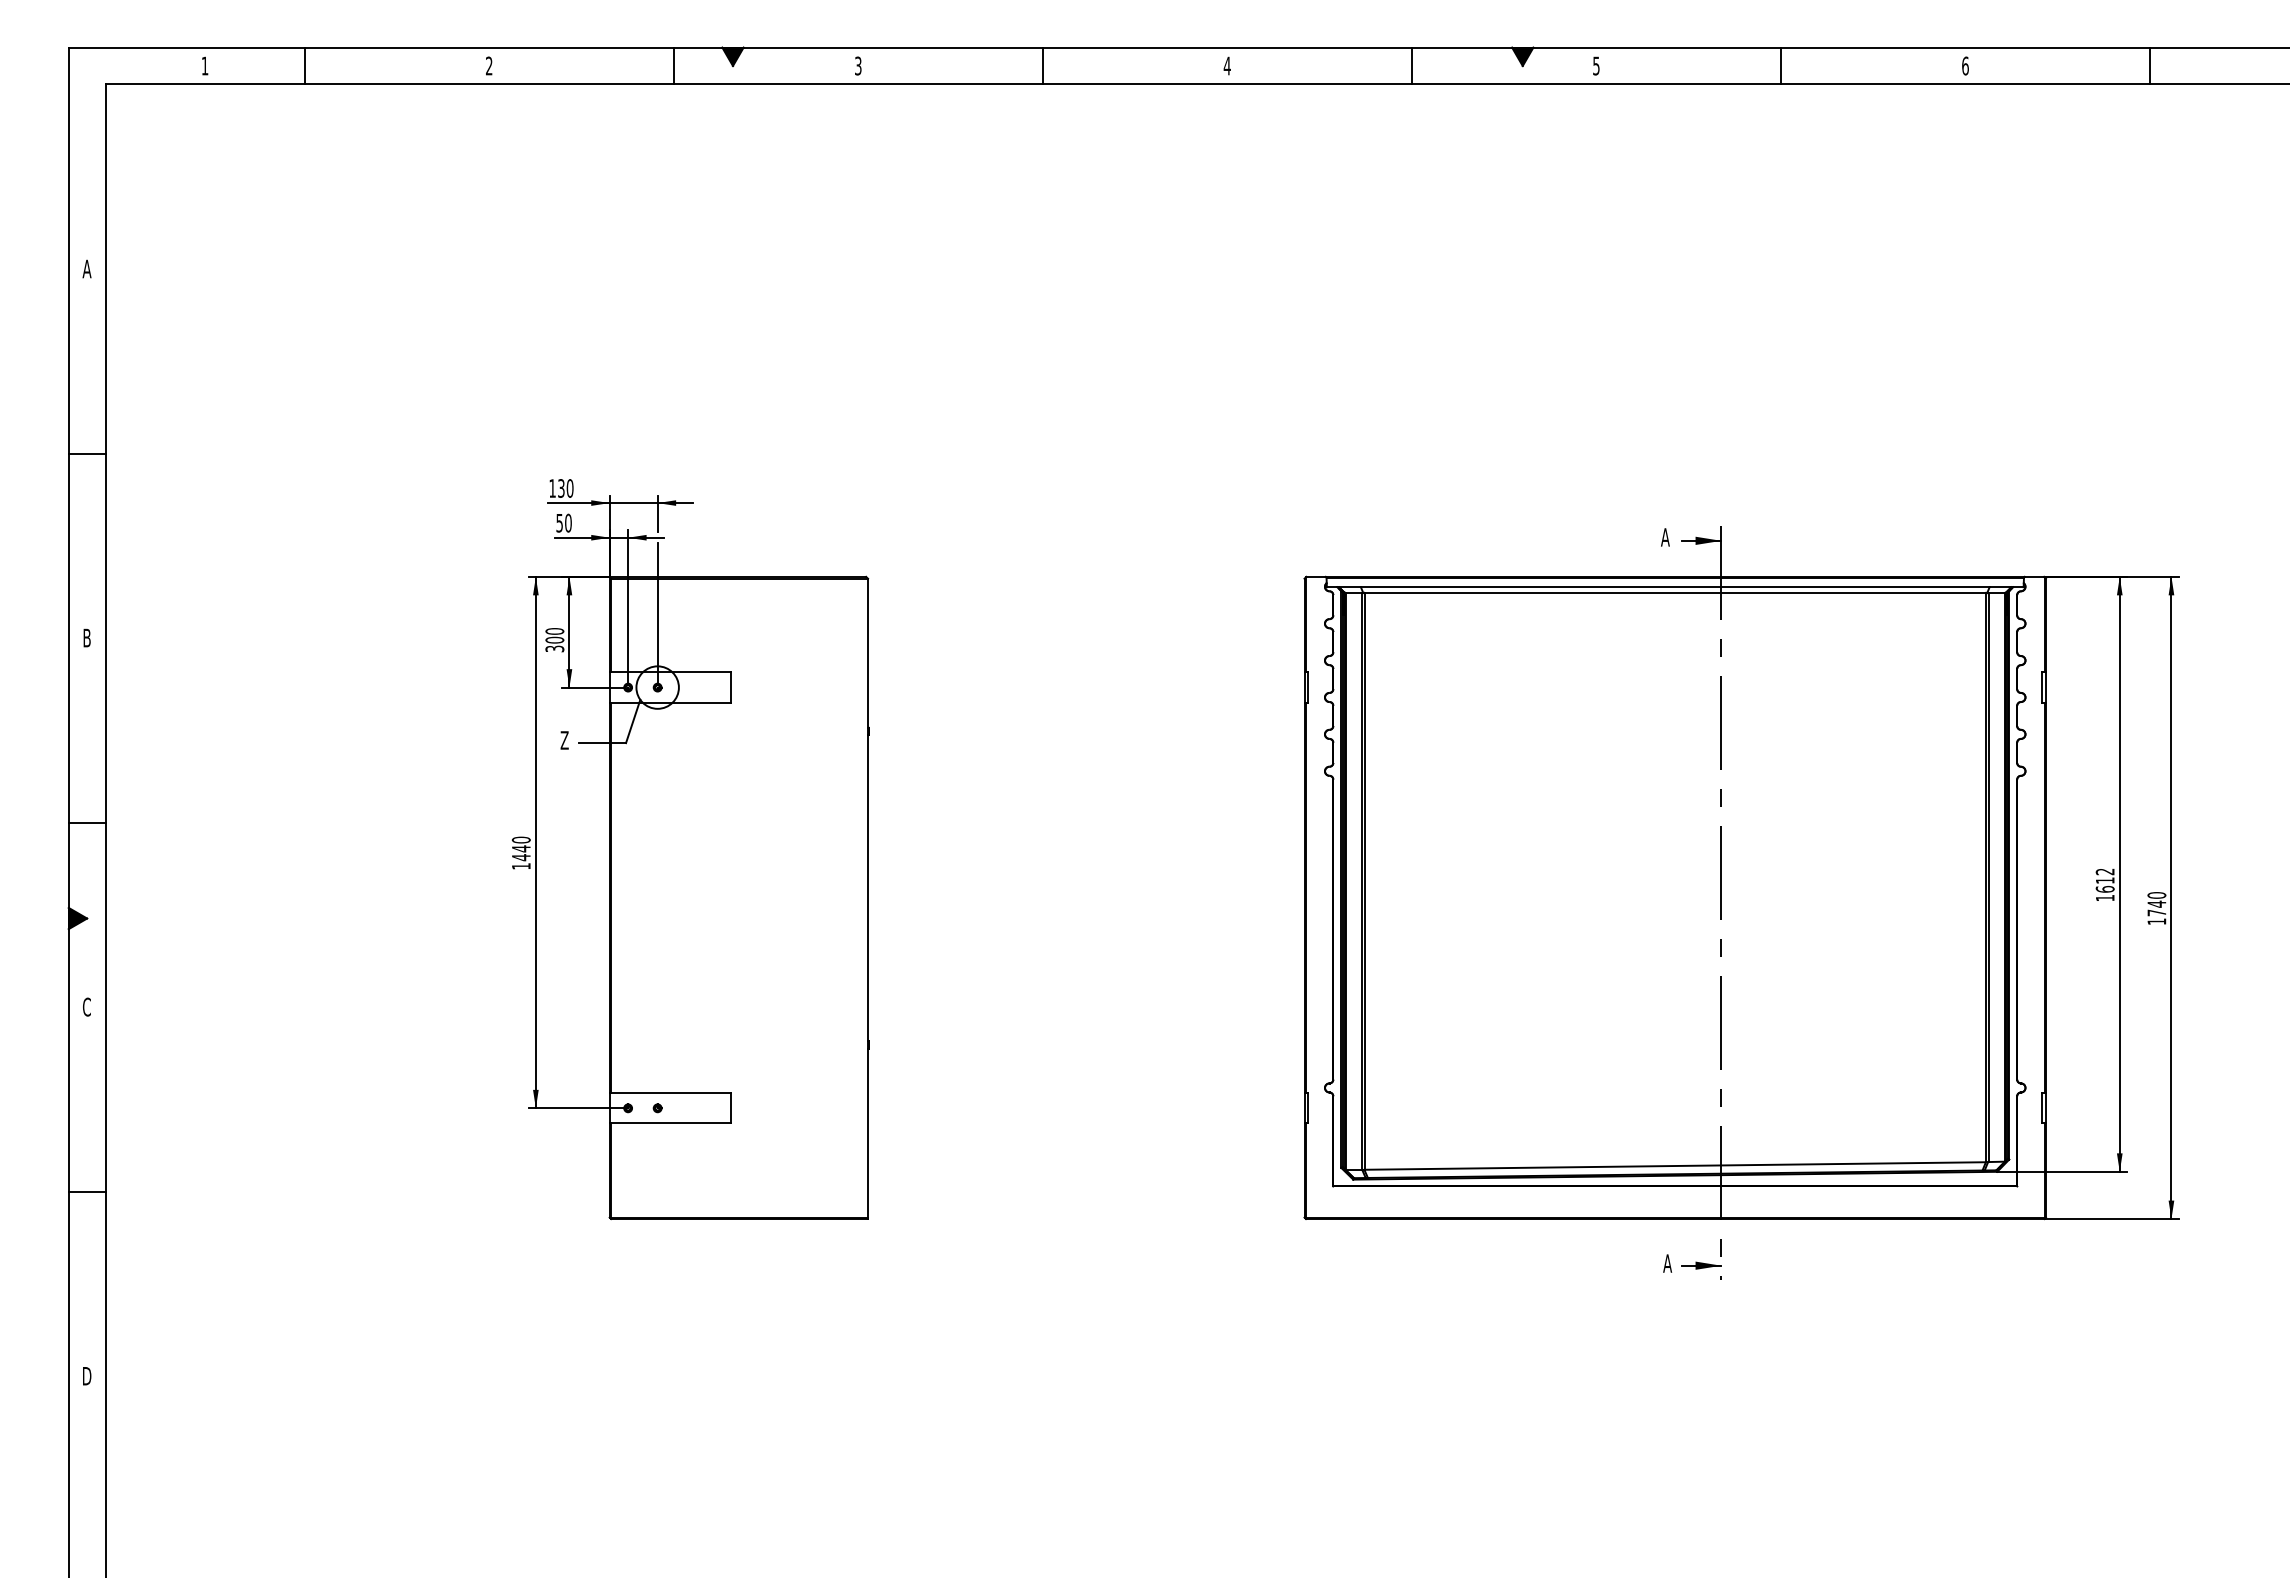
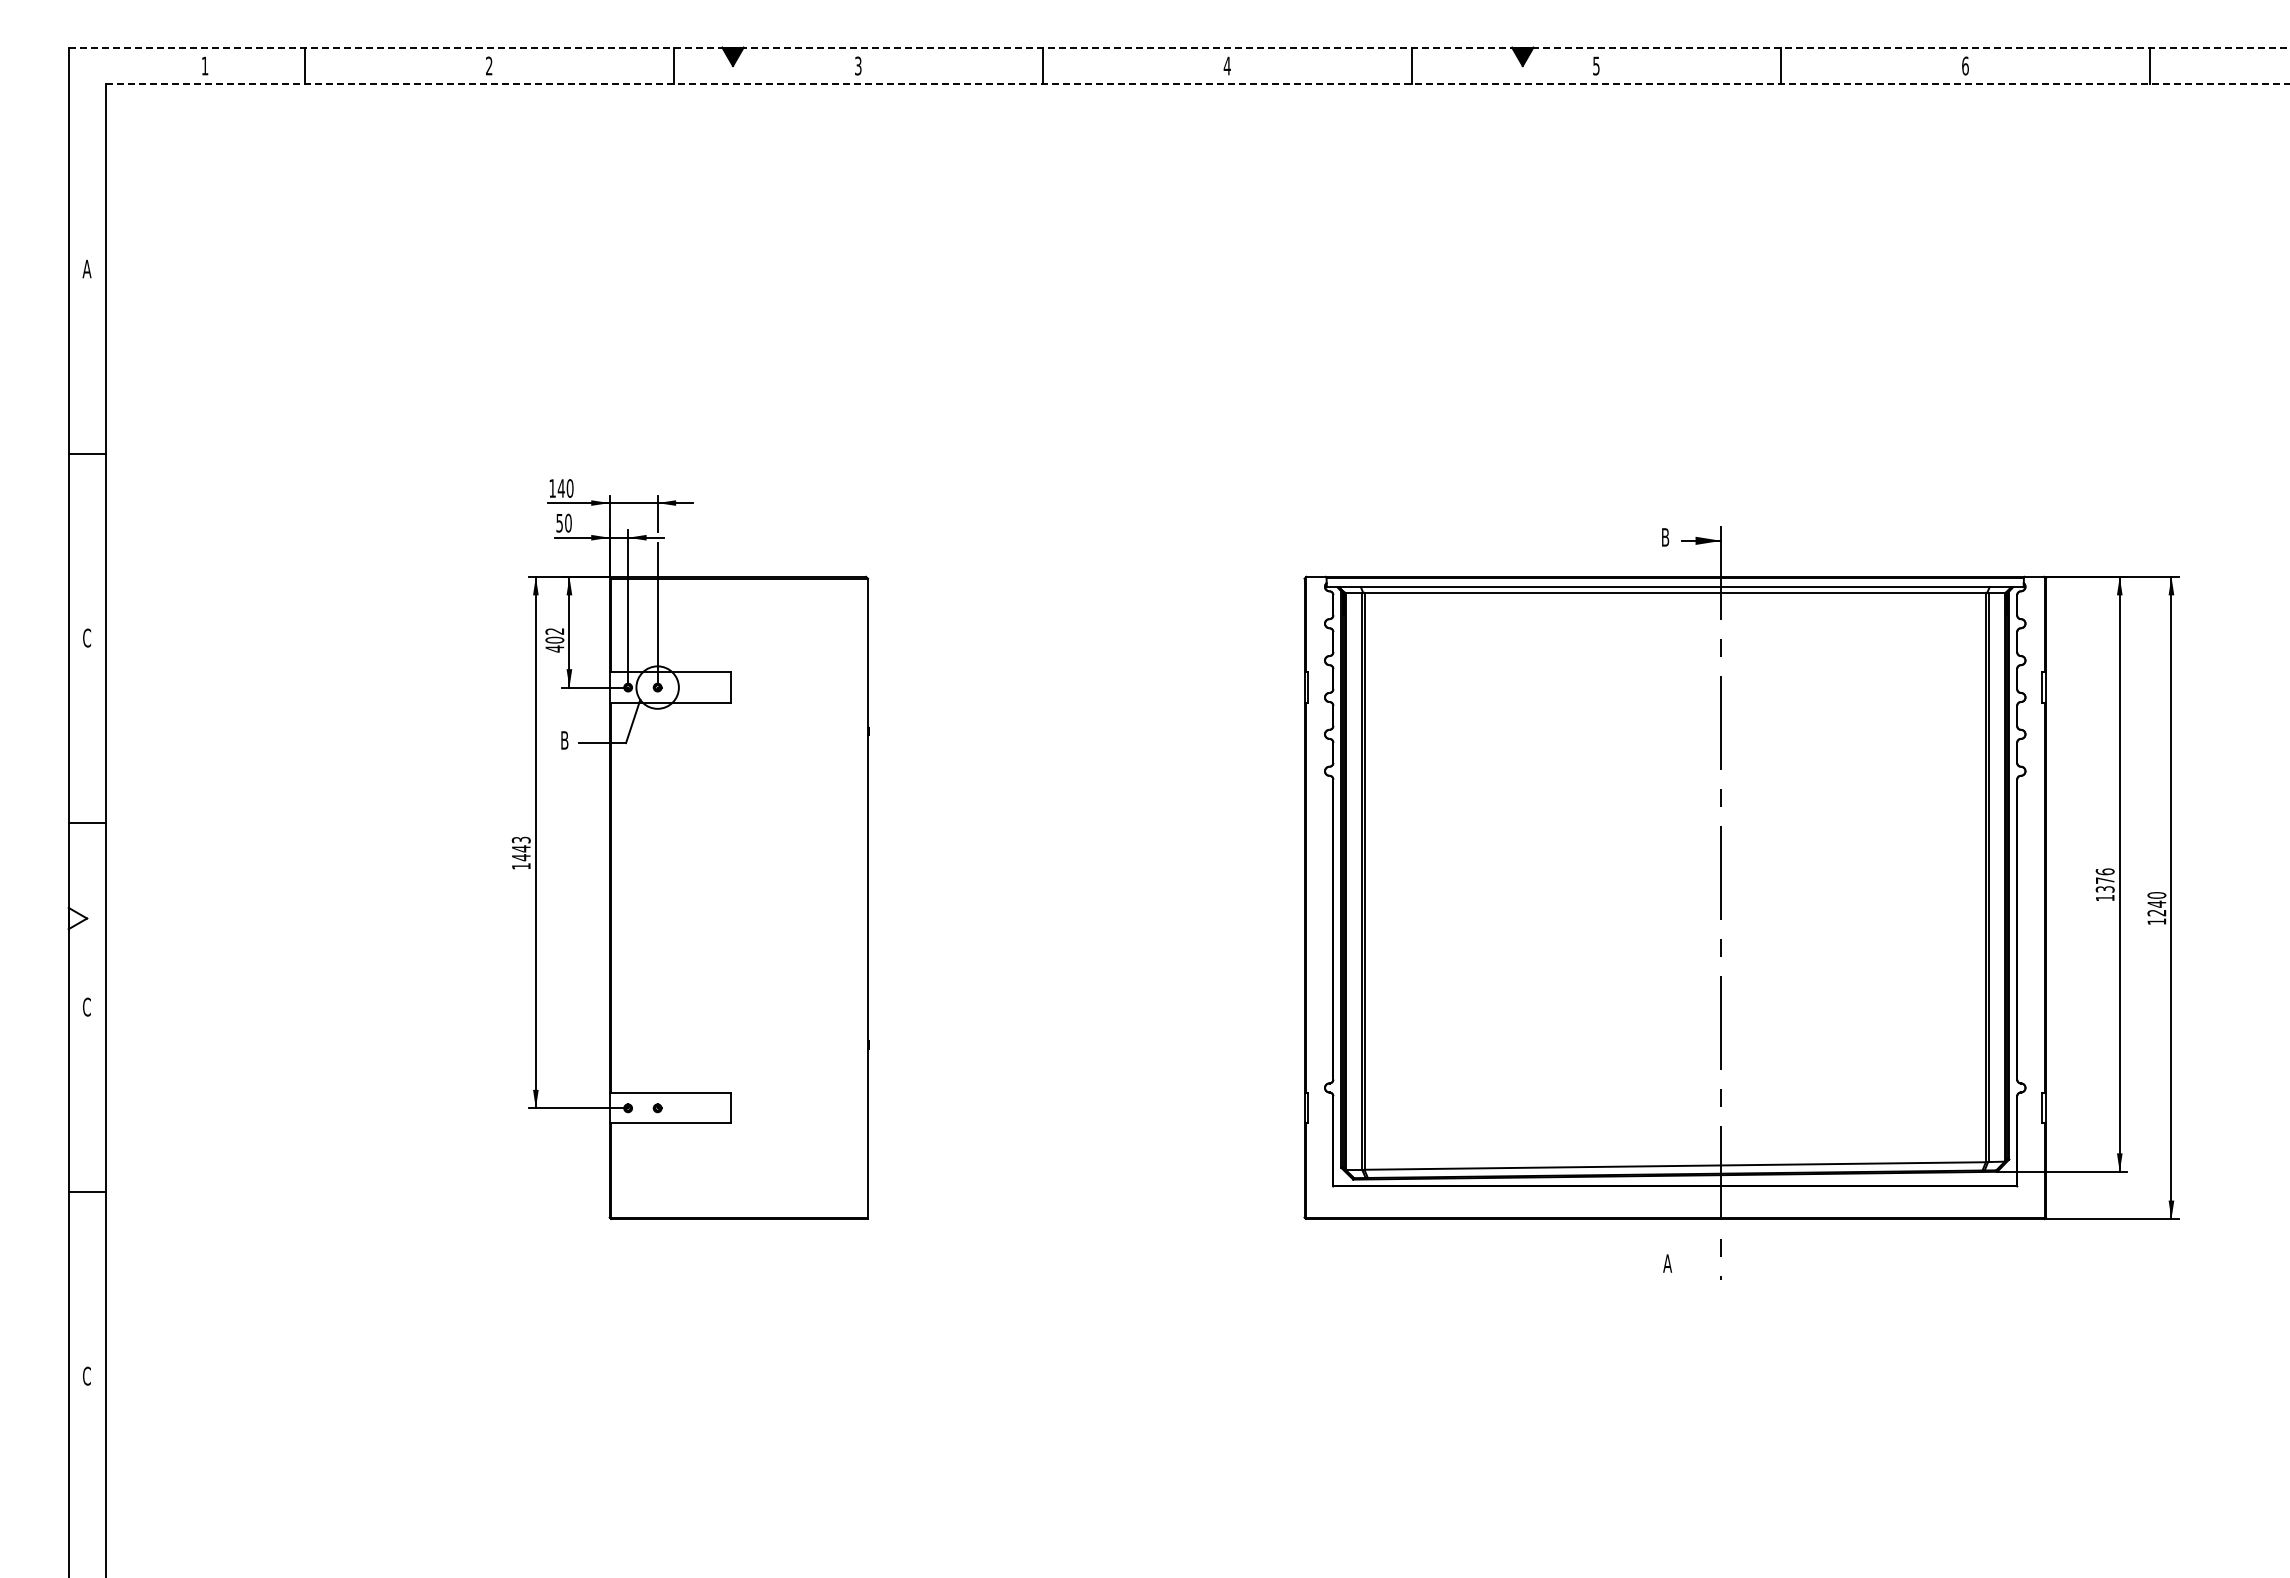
line at (1179, 47): solid -> dashed
line at (1197, 84): solid -> dashed
text at (560, 488): 130 -> 140
text at (1665, 537): A -> B
text at (87, 637): B -> C
text at (554, 640): 300 -> 402
text at (564, 740): Z -> B
text at (521, 839): 1440 -> 1443
text at (2104, 880): 1612 -> 1376
text at (2156, 912): 1740 -> 1240
fill at (77, 918): present -> none
part at (1701, 1265): present -> none
text at (87, 1375): D -> C
